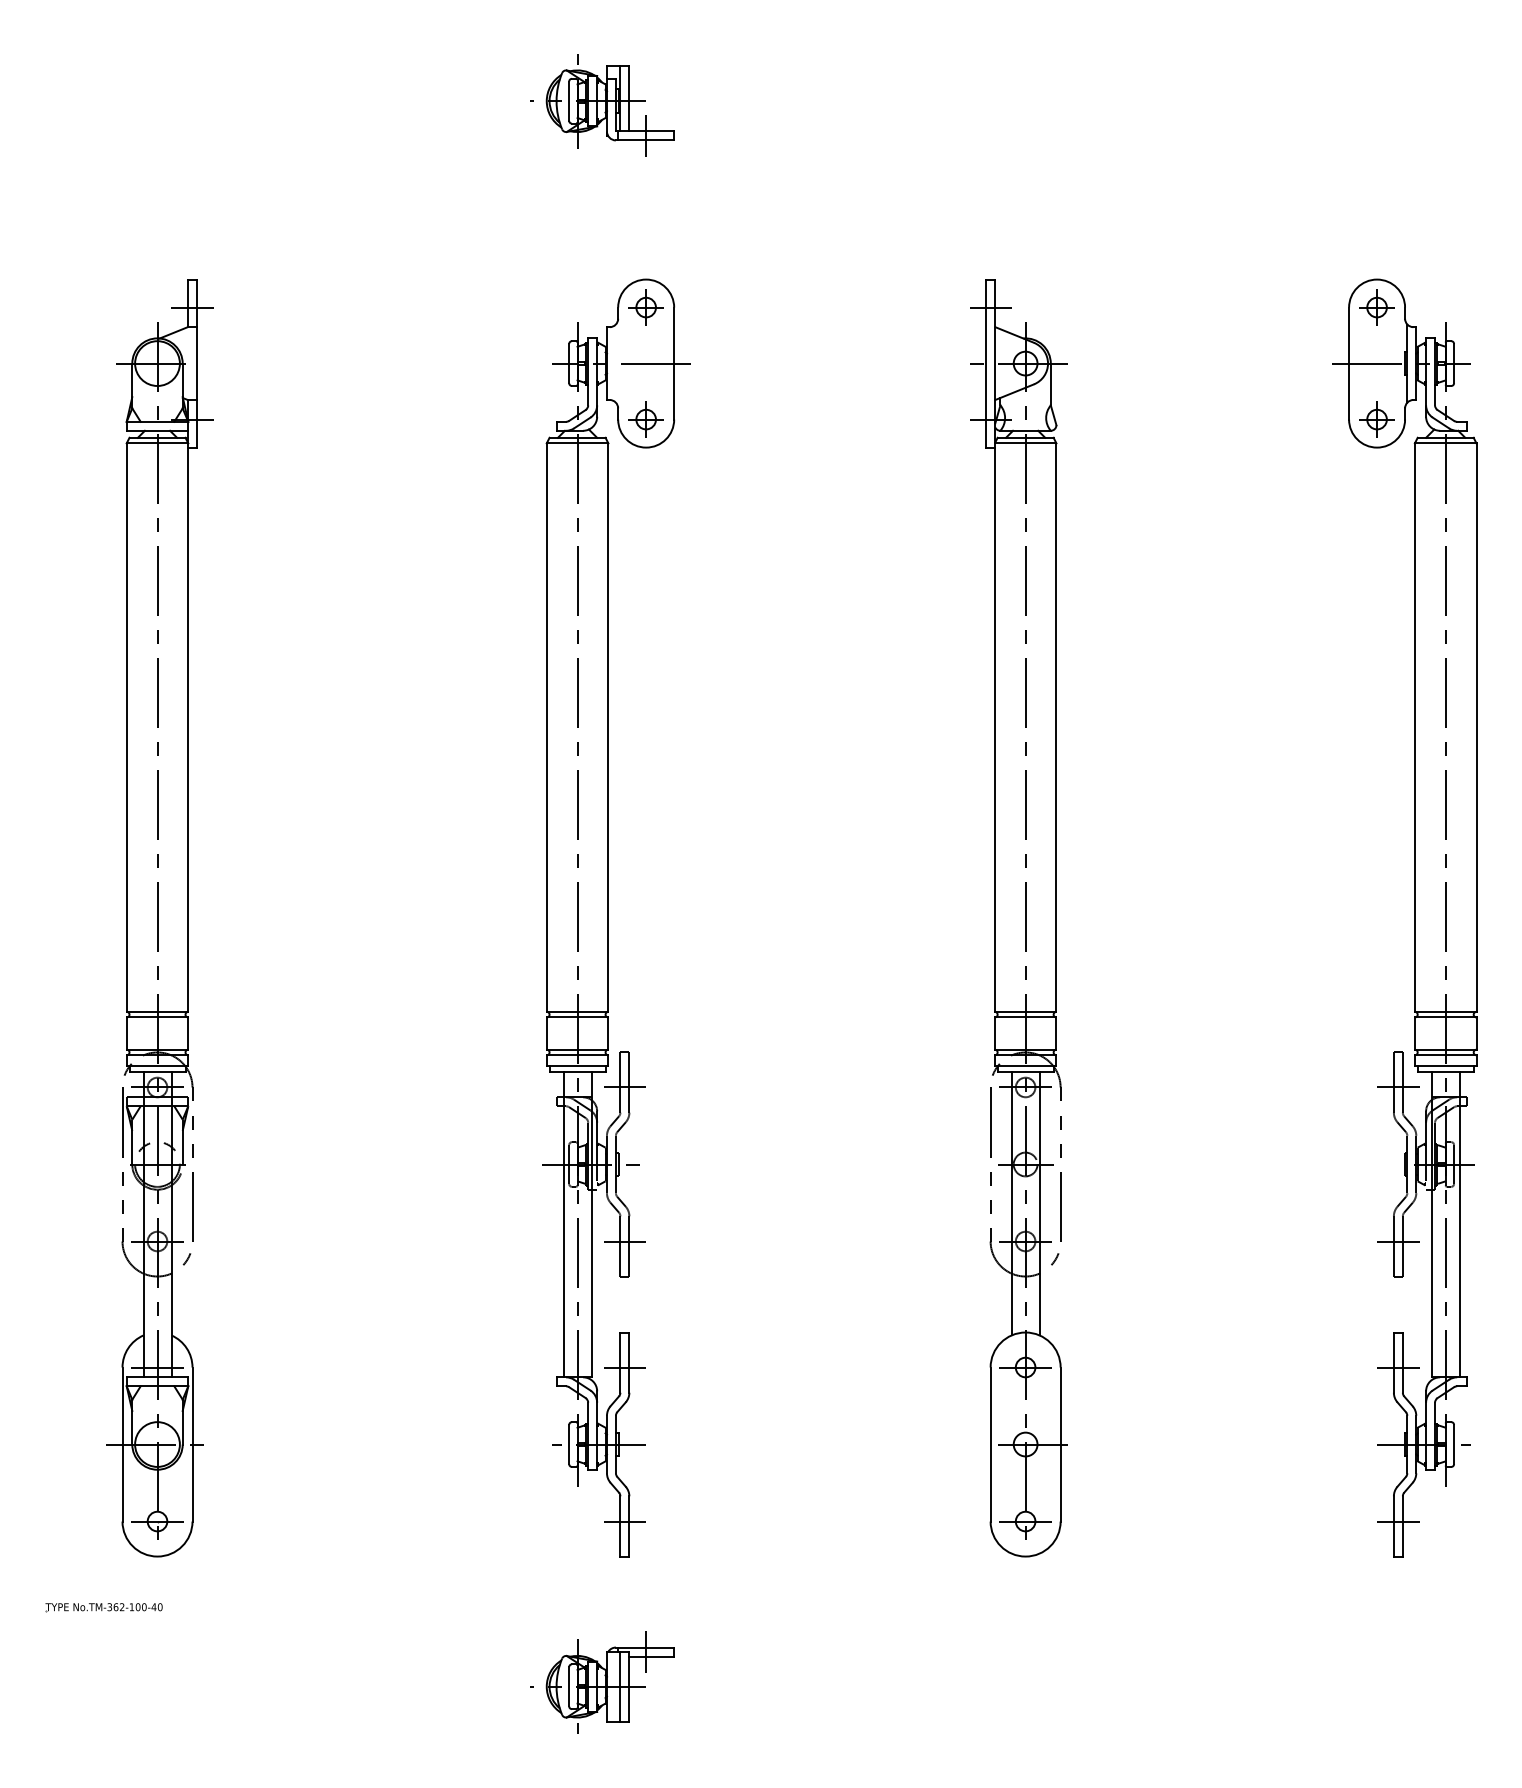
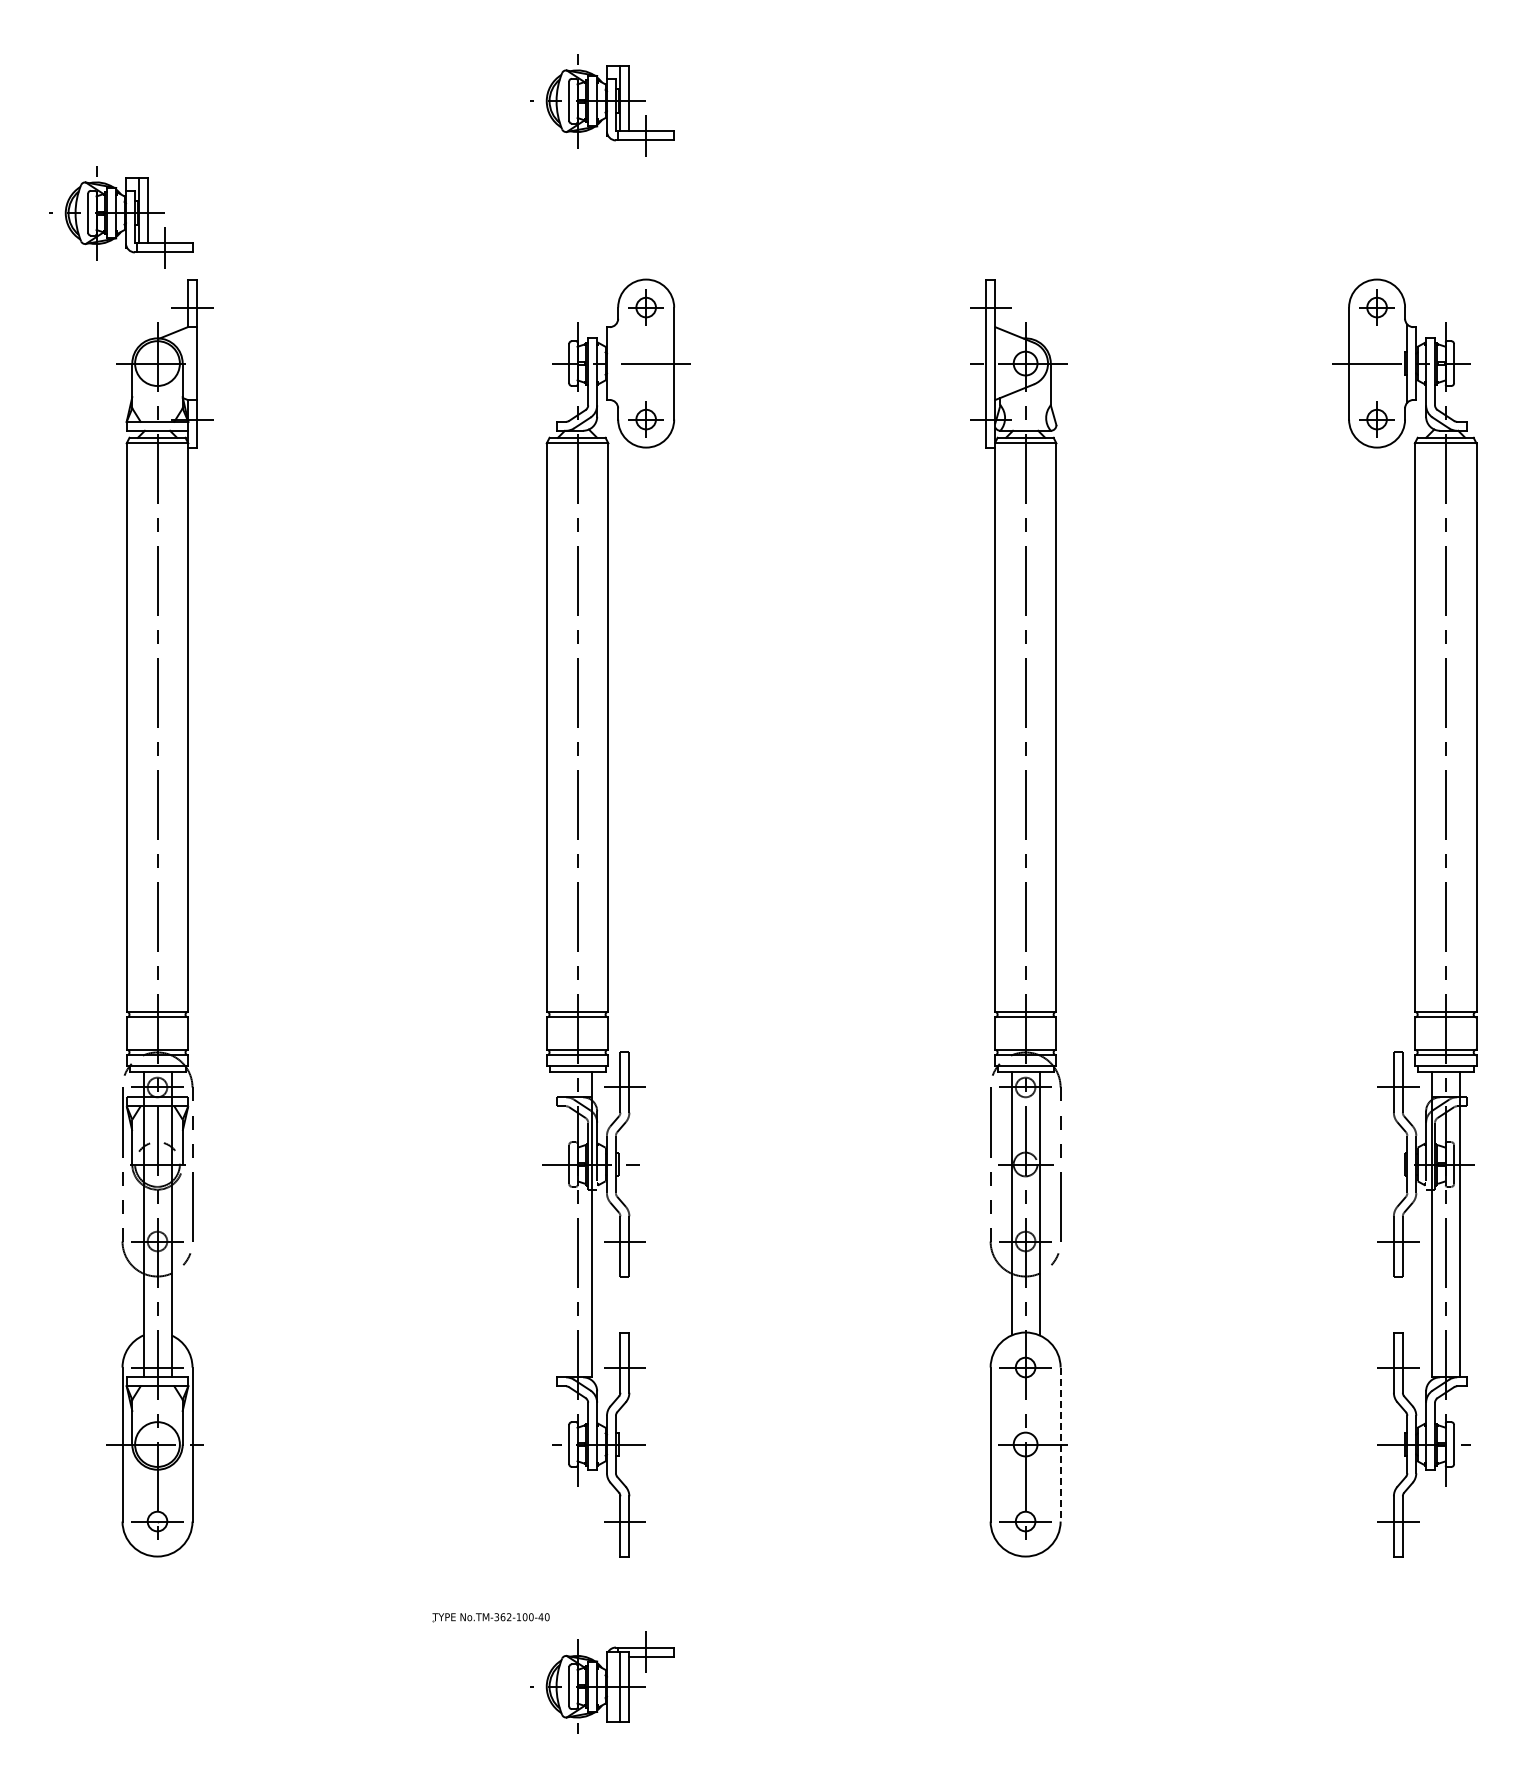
part at (121, 217): none -> present
line at (563, 1224): present -> none
line at (1060, 1445): solid -> dashed
part at (103, 1607) position: (103, 1607) -> (490, 1617)
